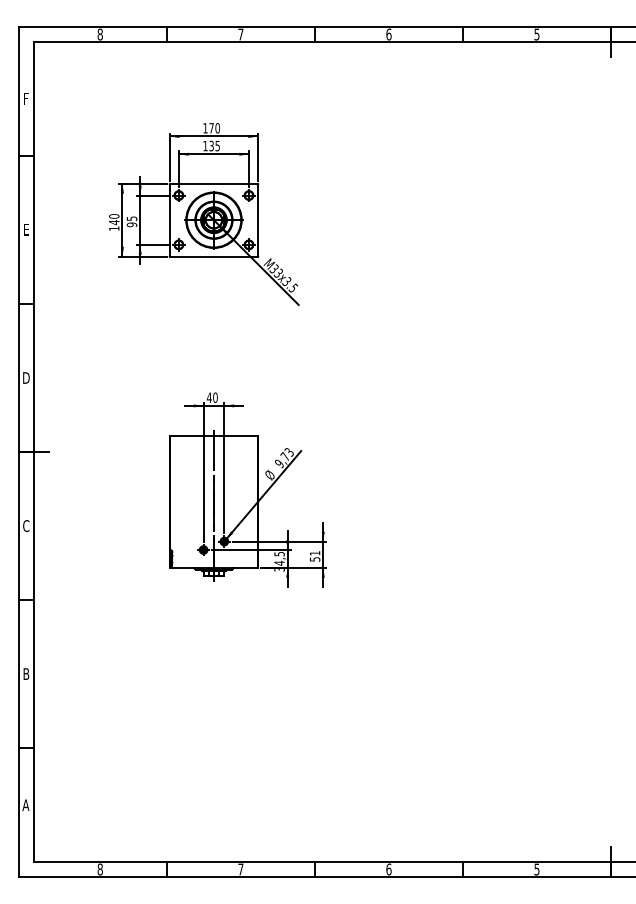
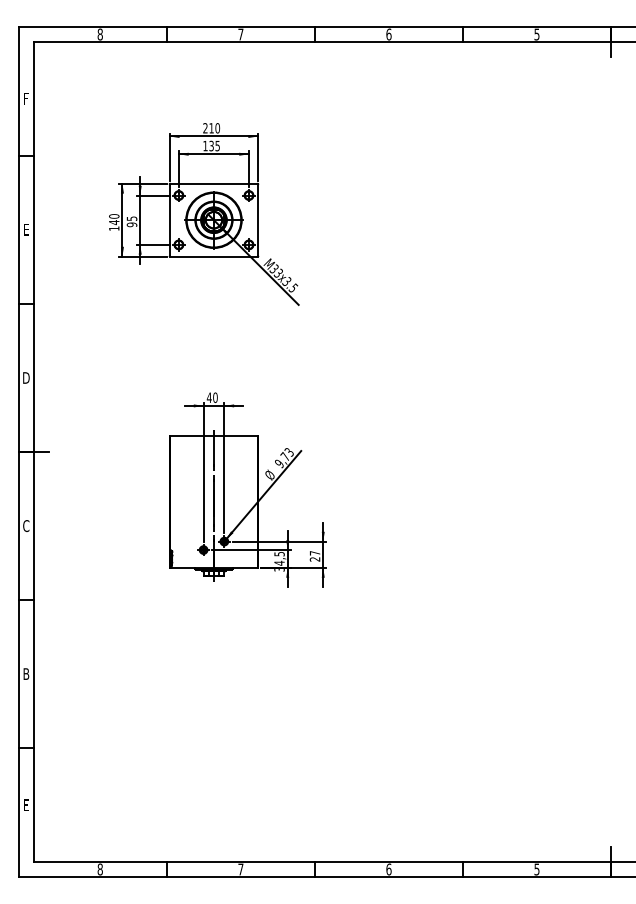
text at (208, 128): 170 -> 210
text at (314, 556): 51 -> 27
text at (25, 805): A -> E
